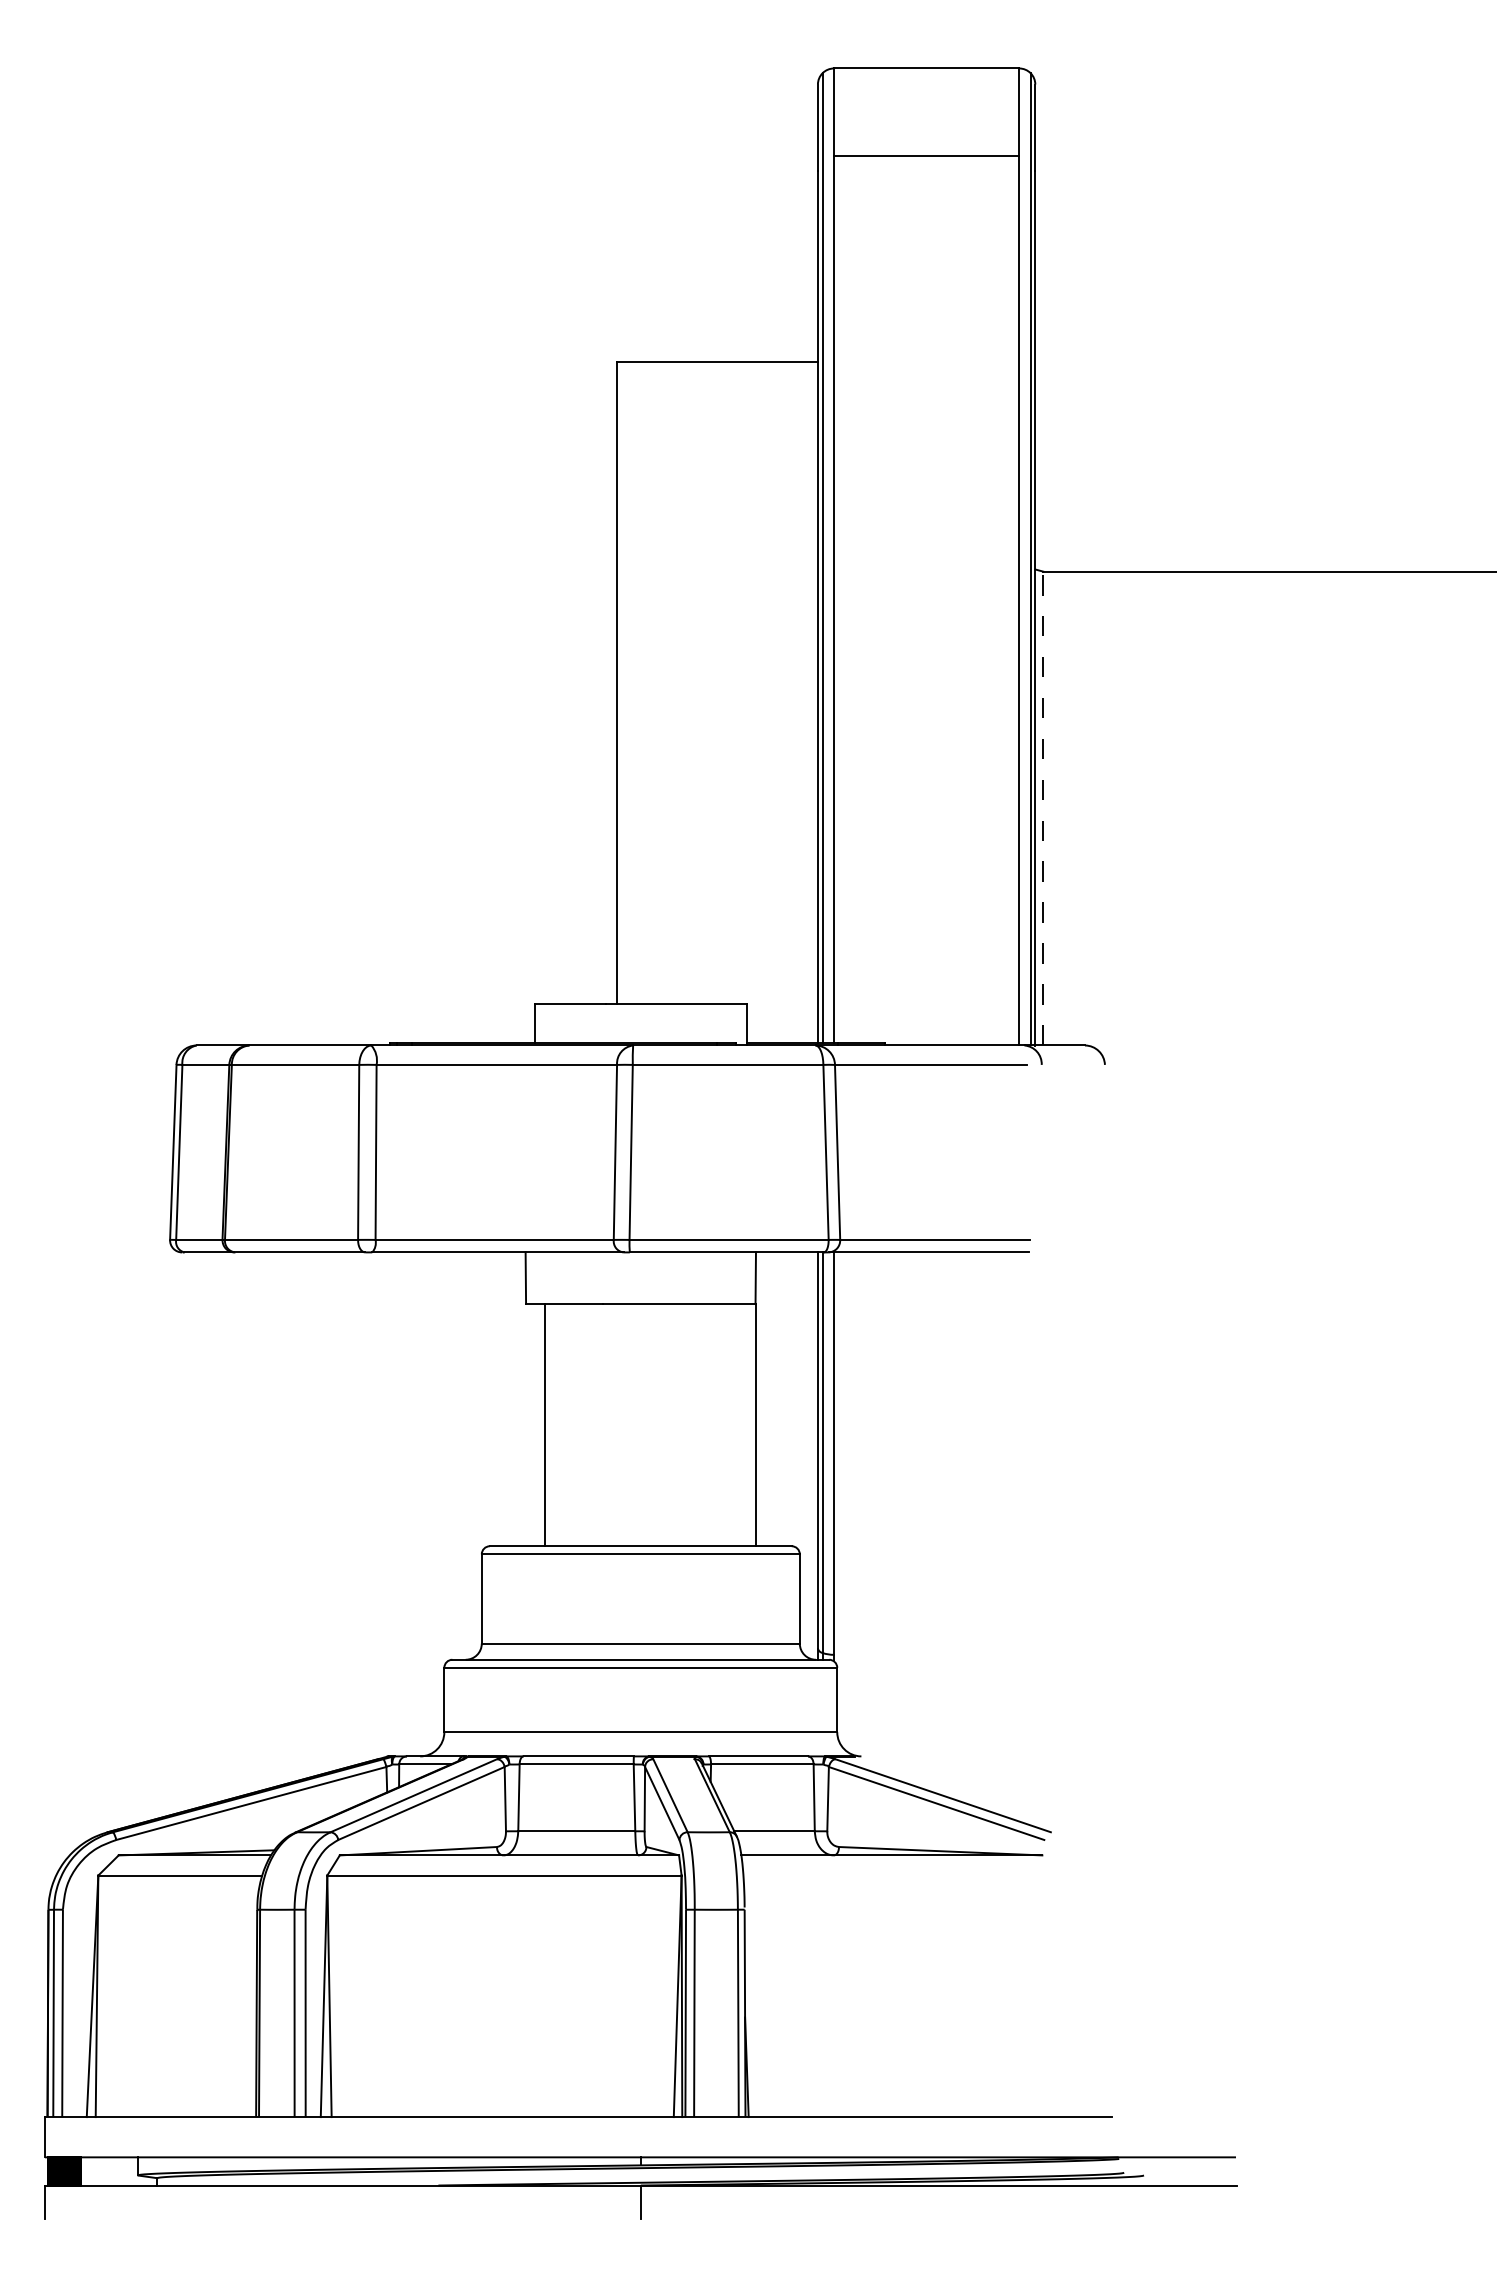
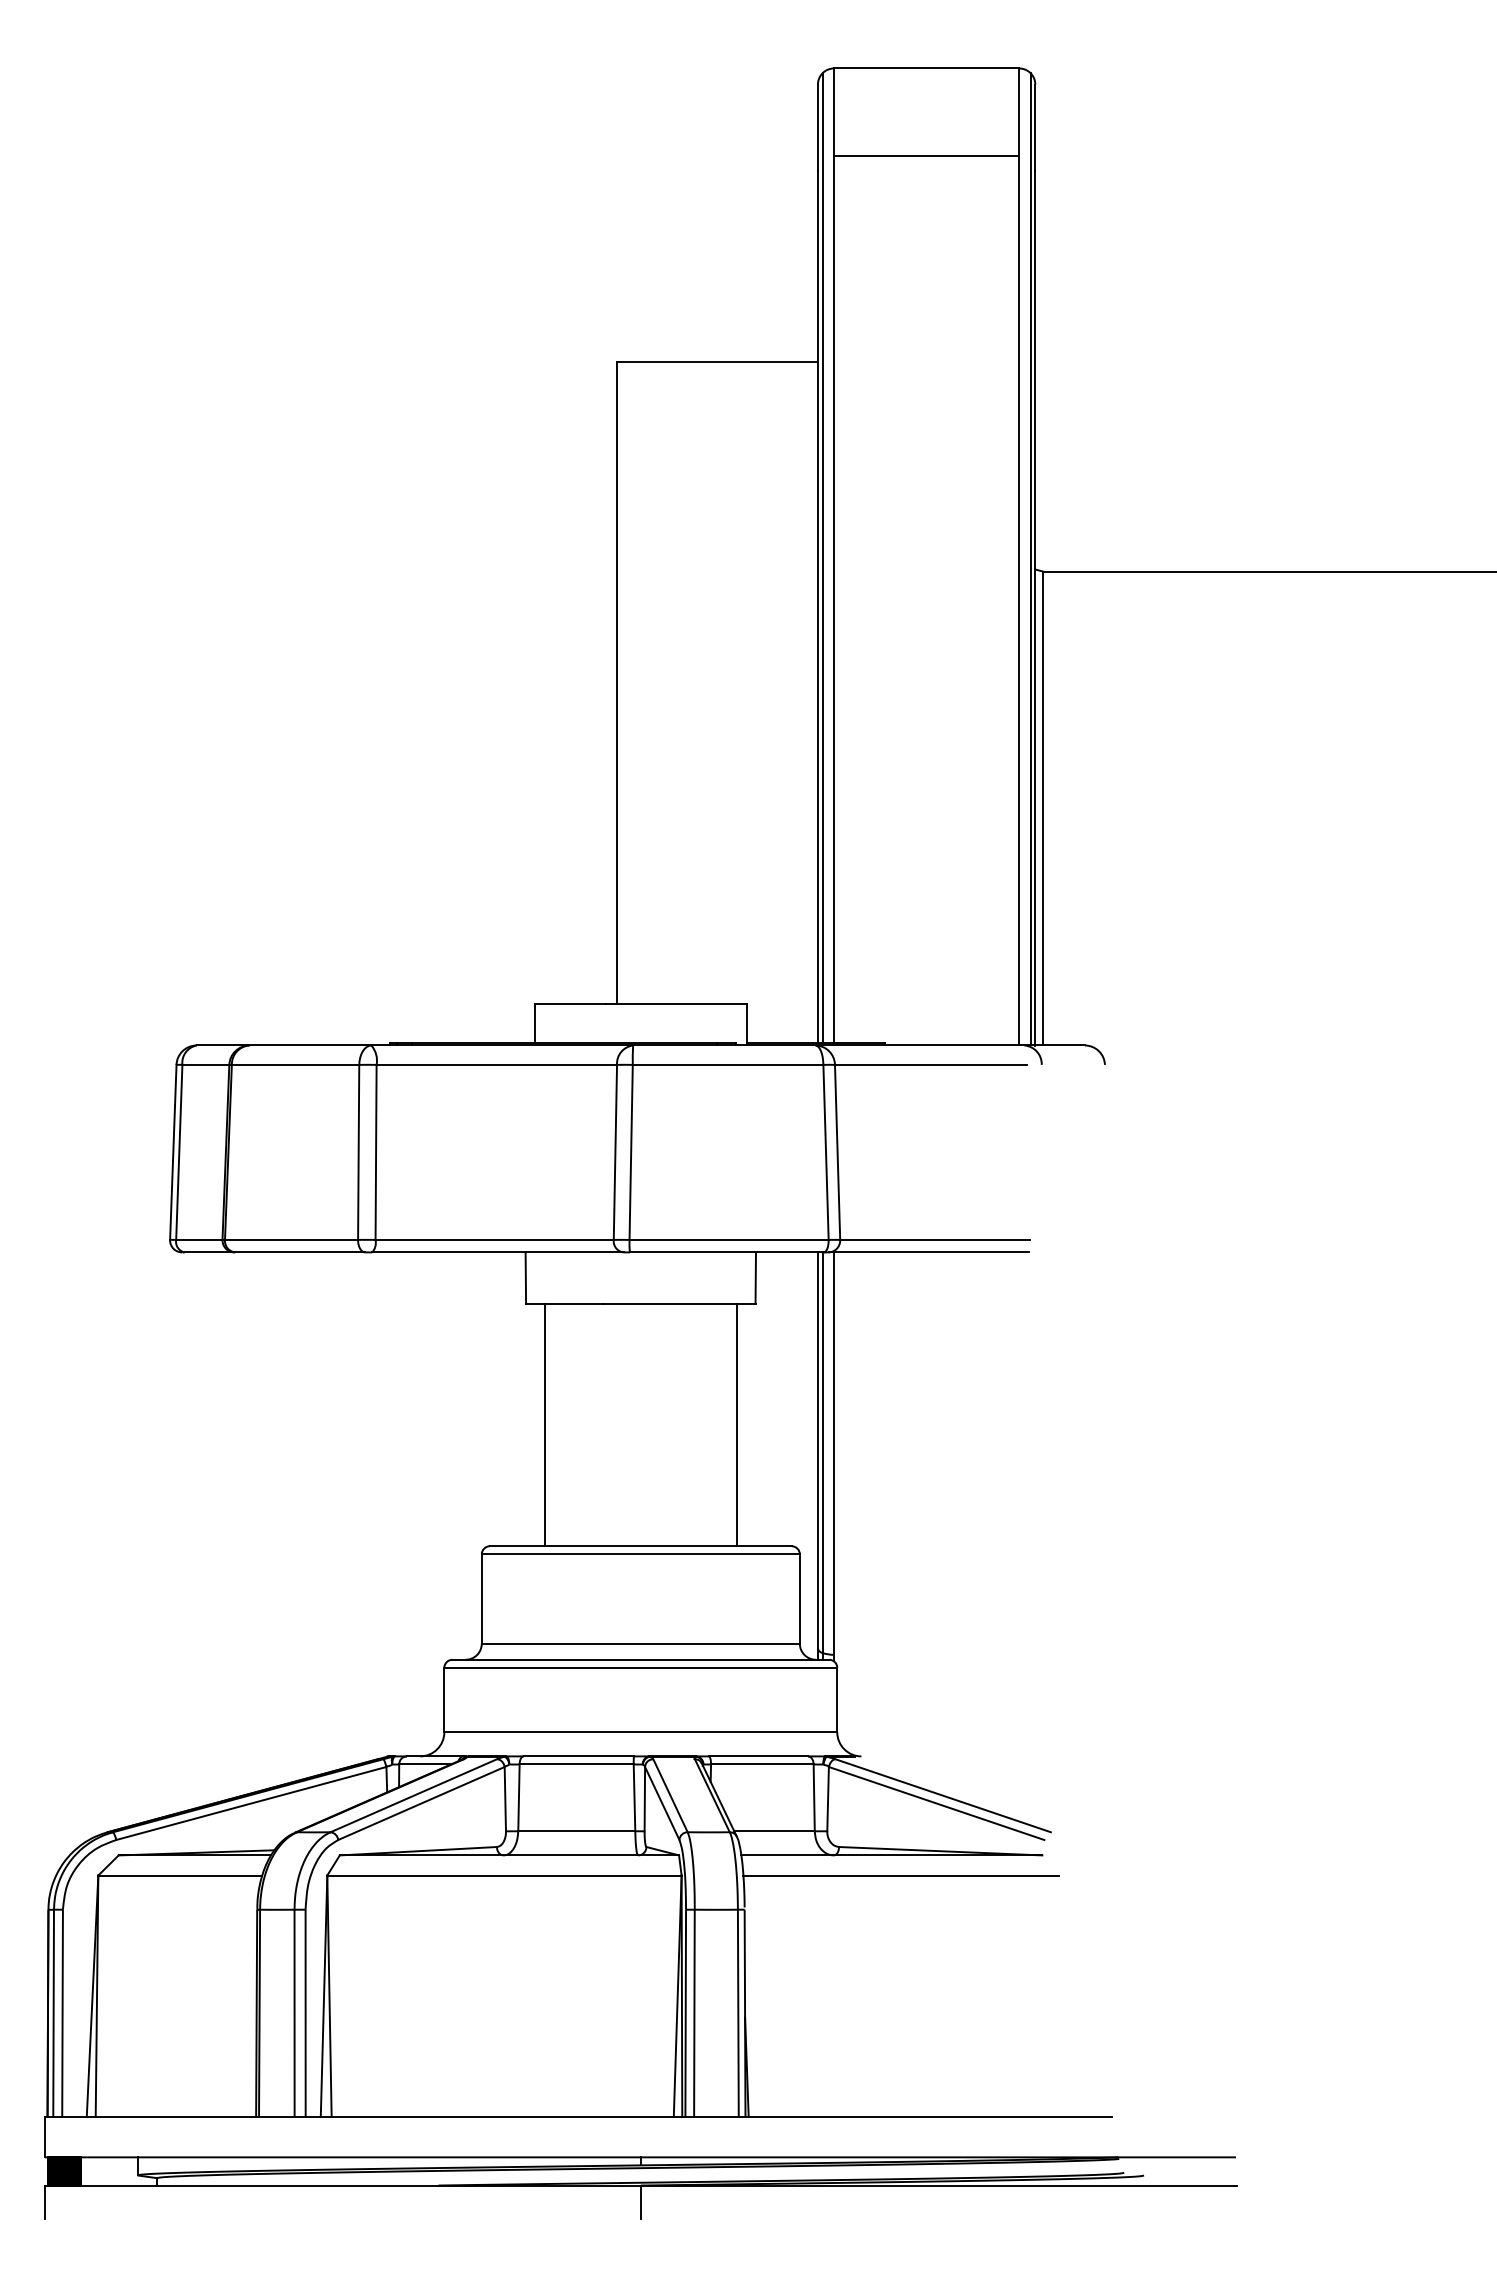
line at (1043, 808): dashed -> solid
line at (755, 1424) position: (755, 1424) -> (736, 1424)
line at (900, 1875): none -> present
